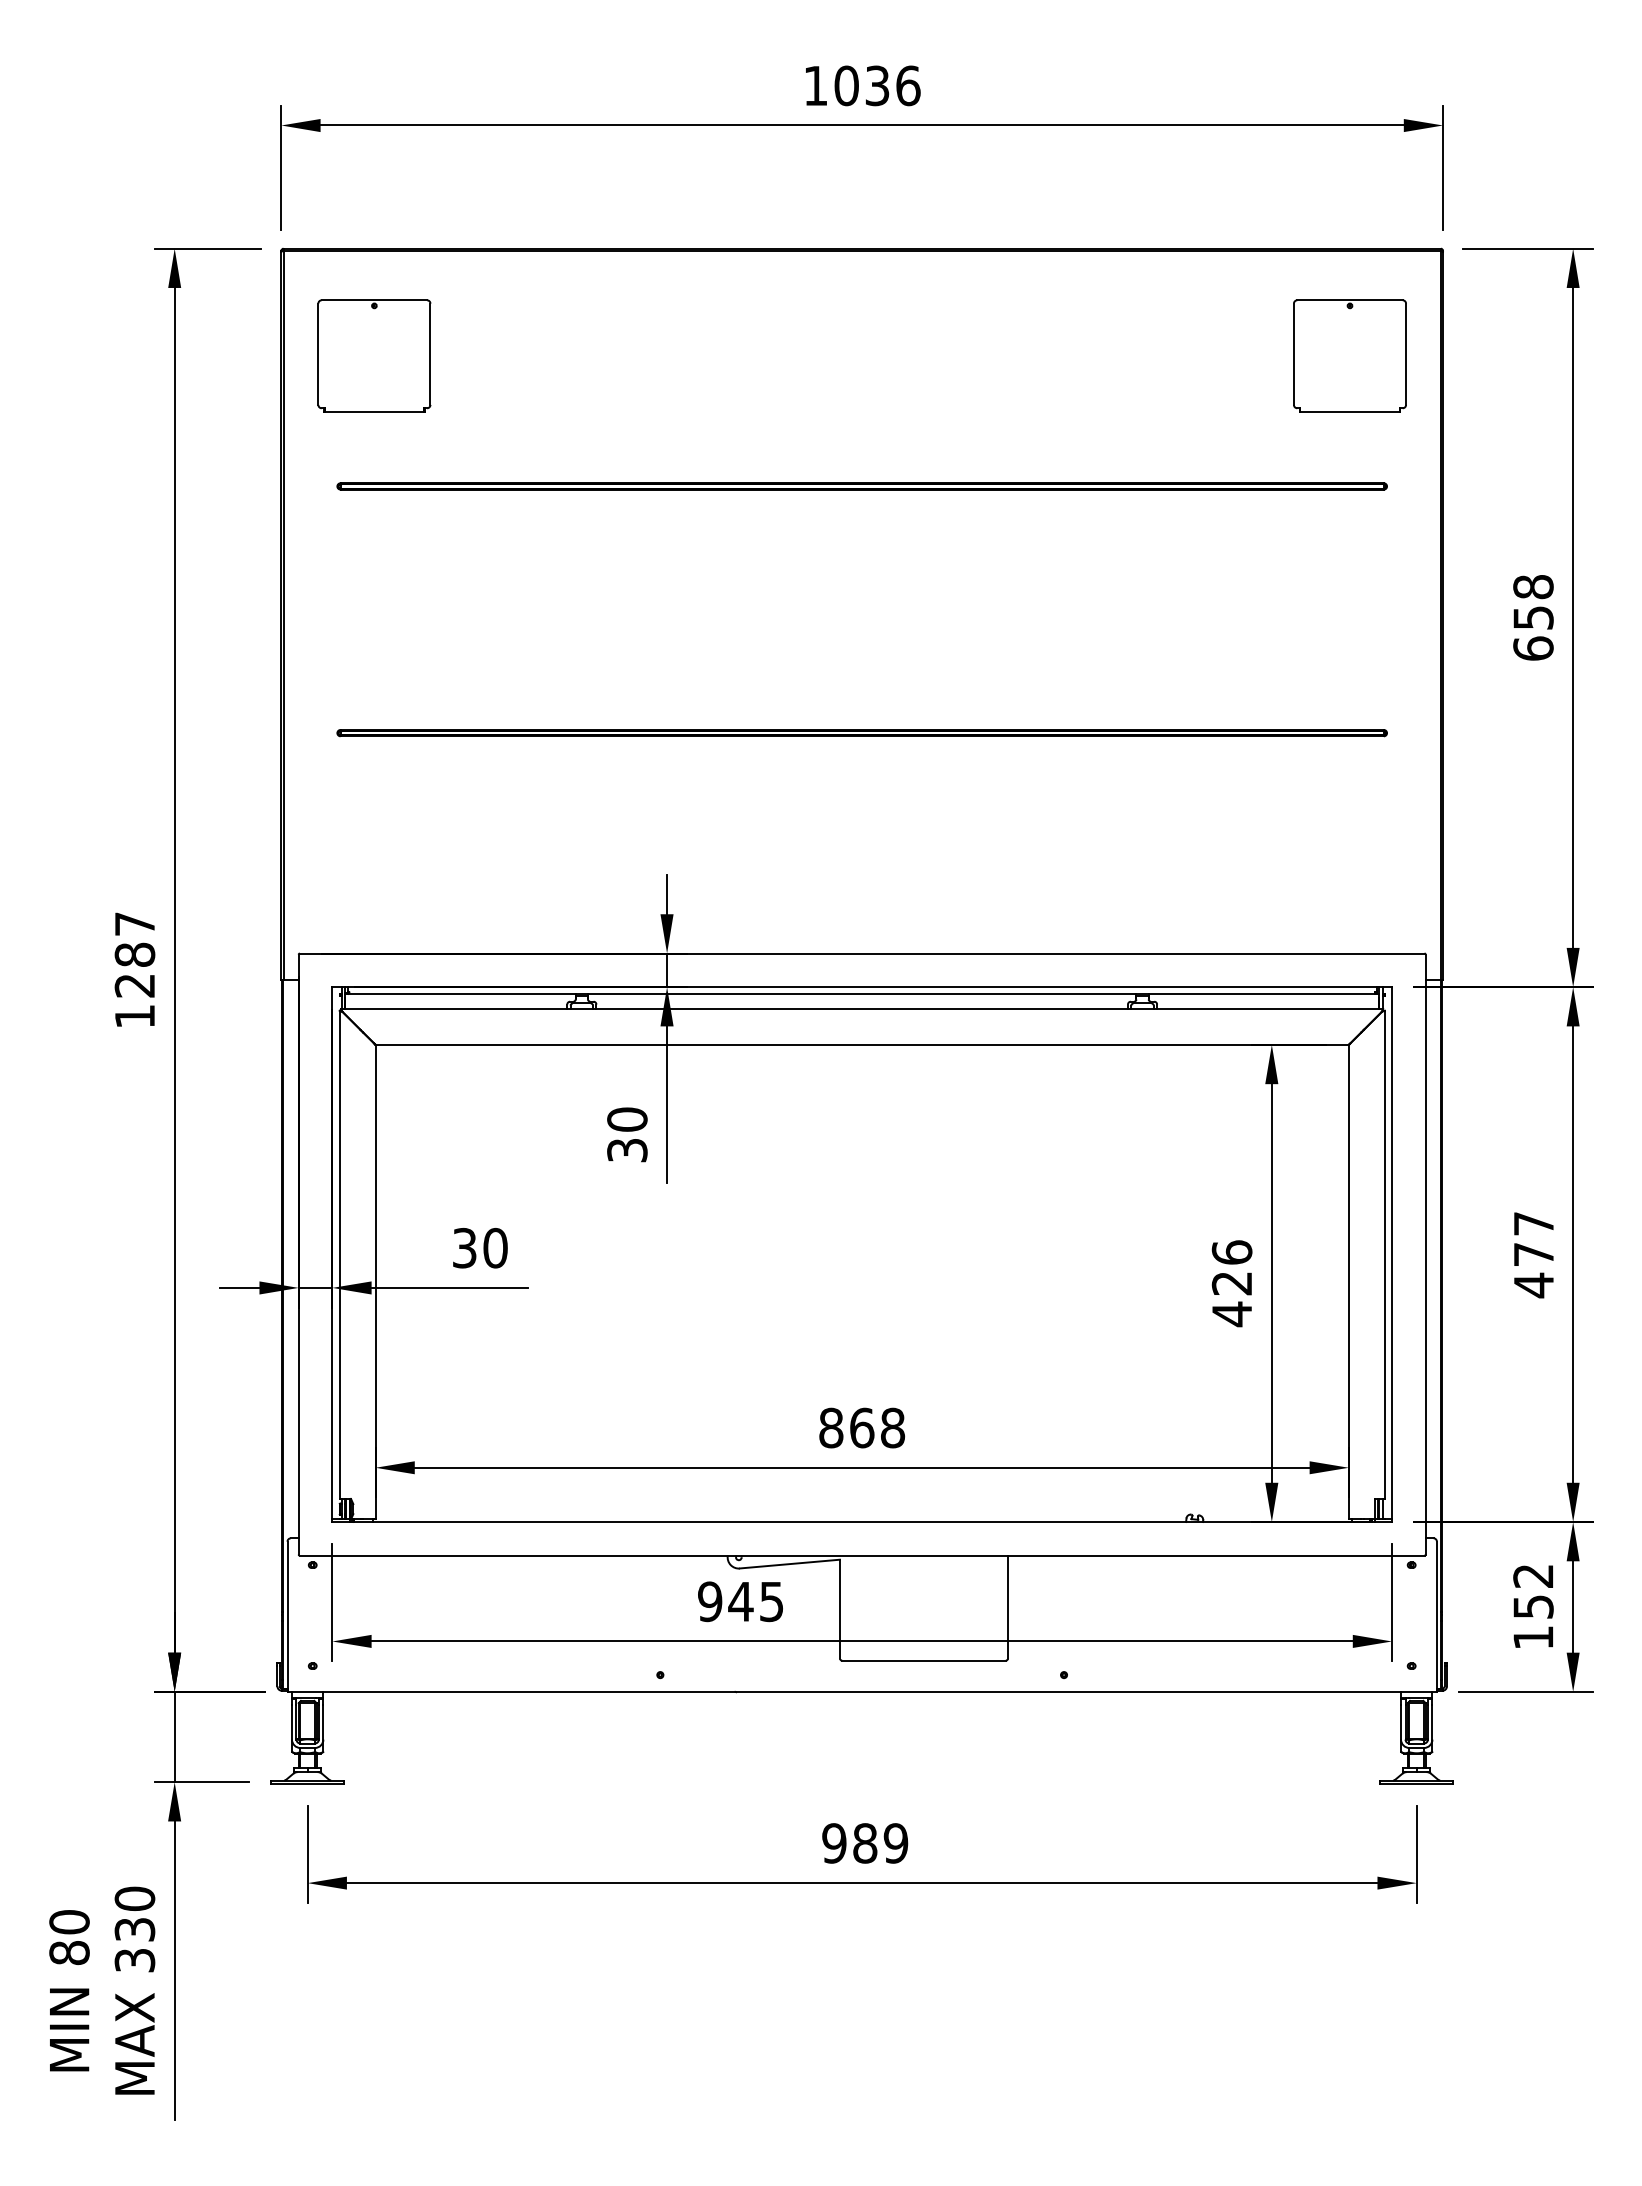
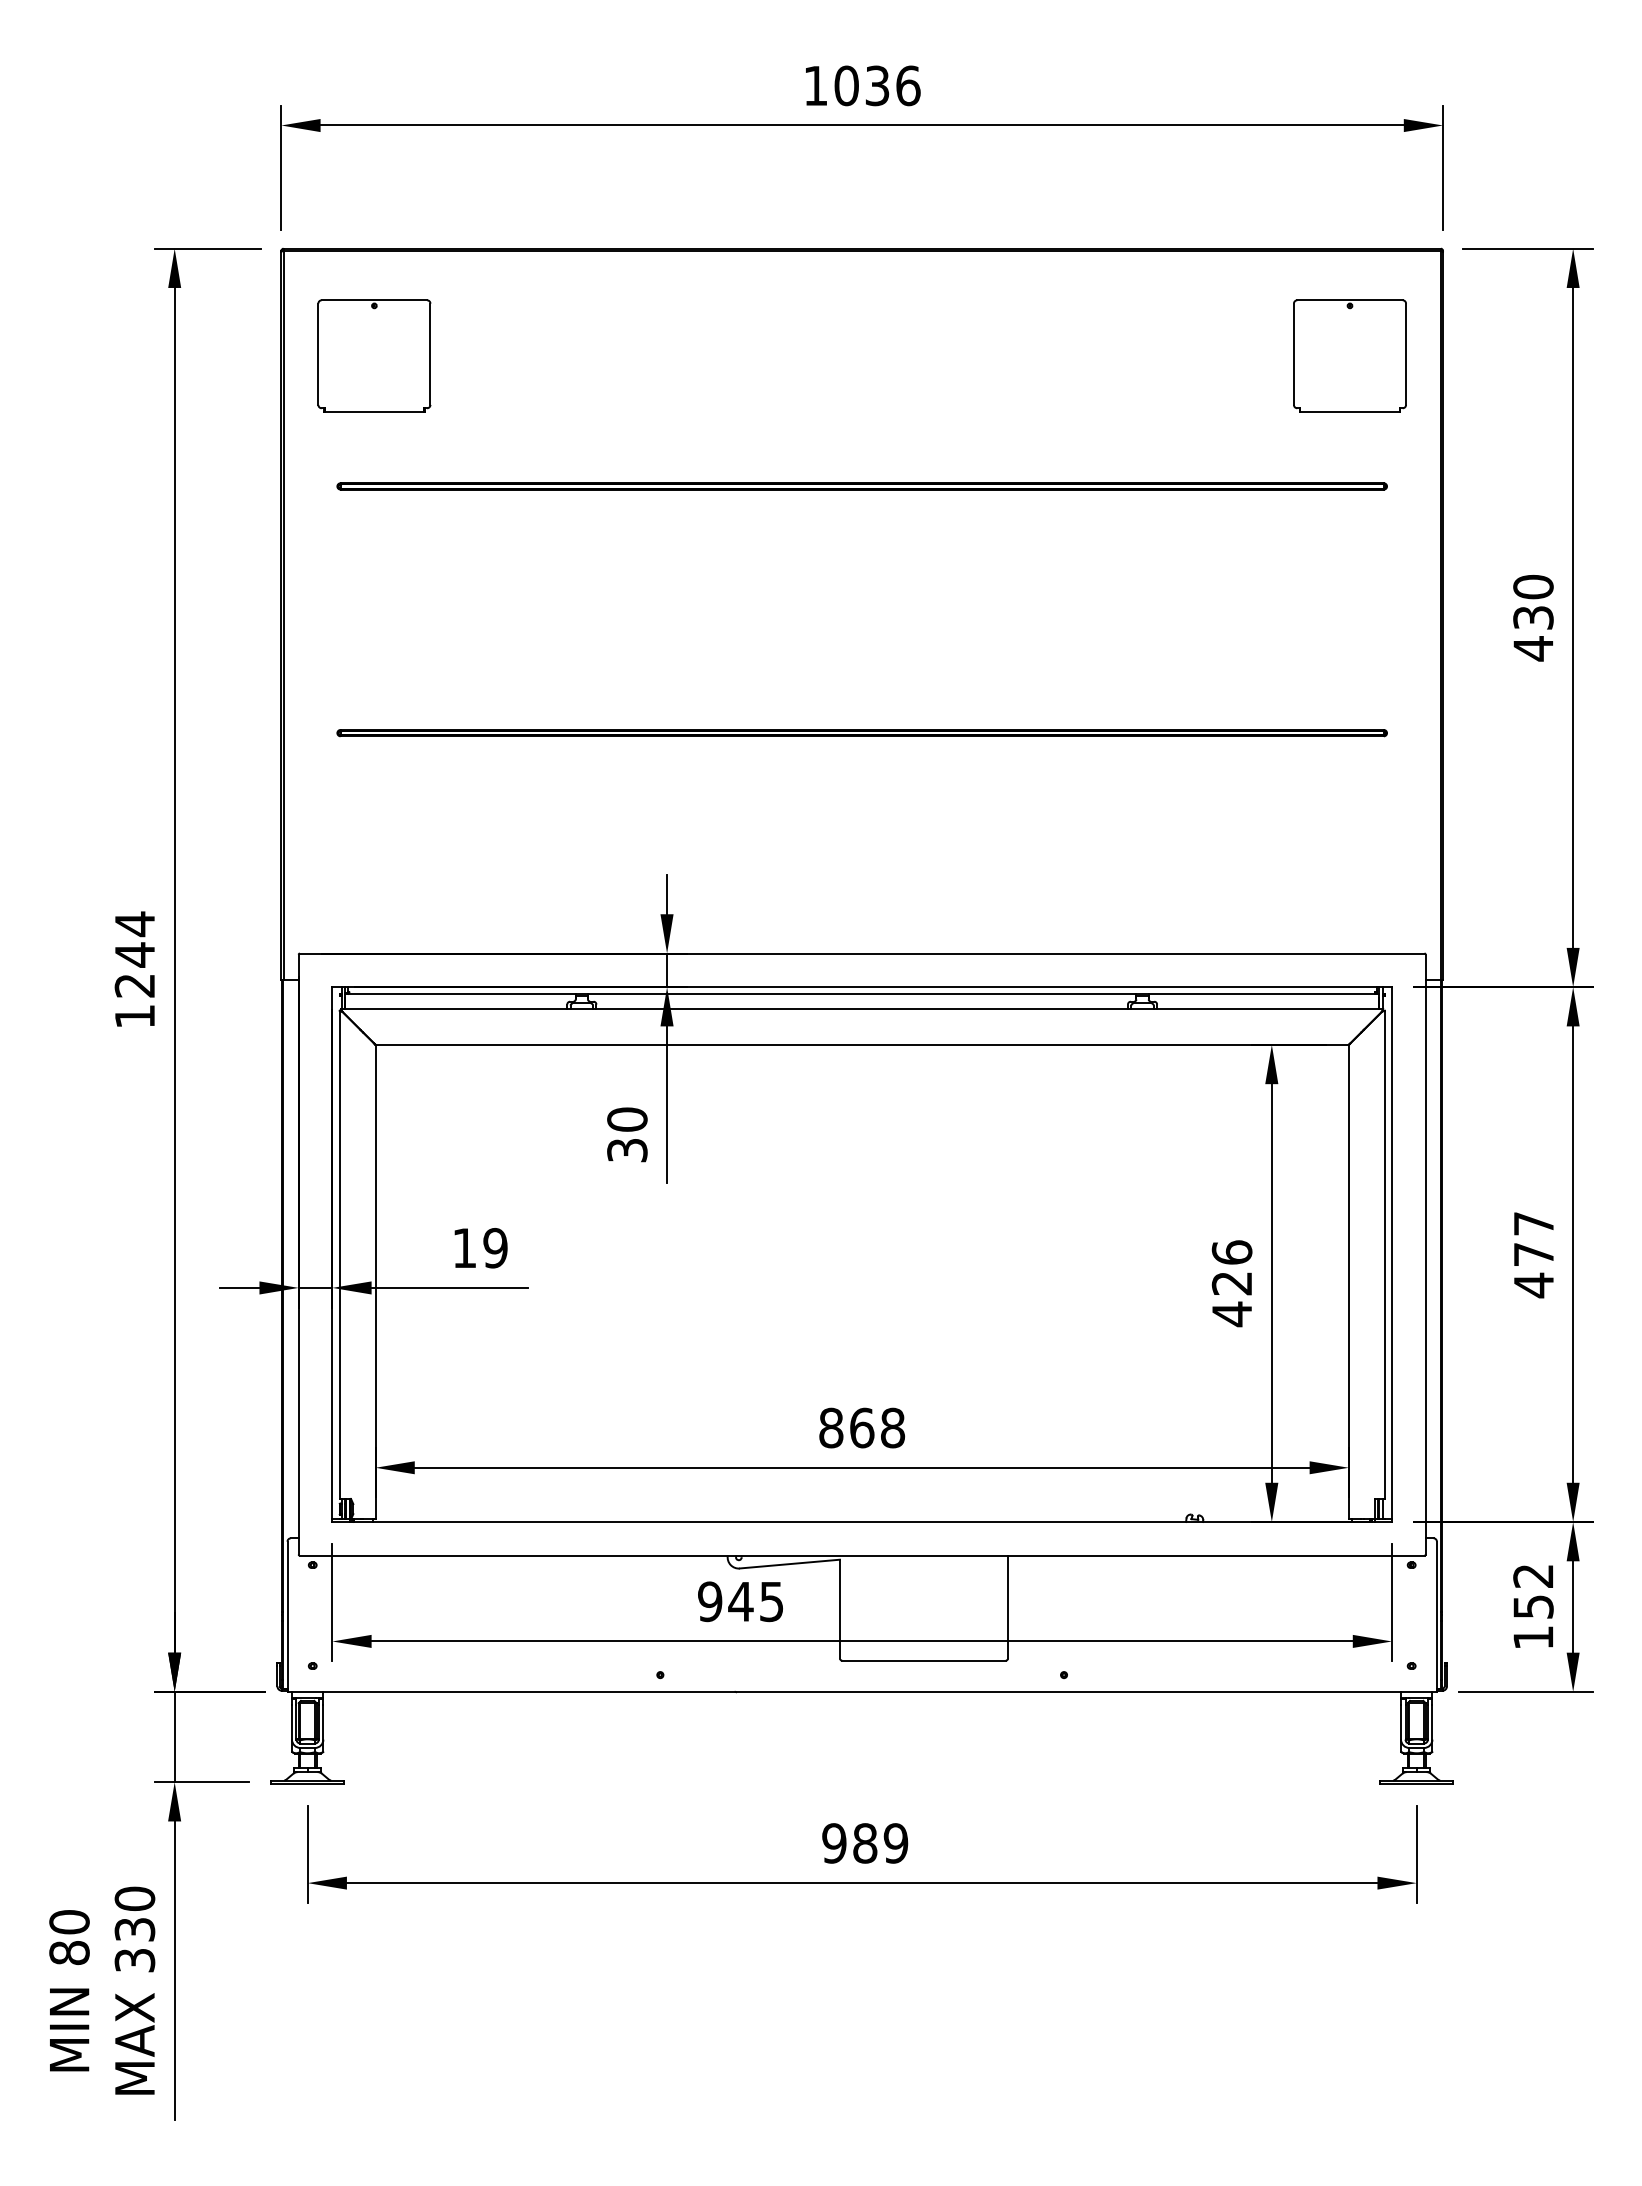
text at (1533, 617): 658 -> 430
text at (134, 939): 1287 -> 1244
text at (480, 1247): 30 -> 19
